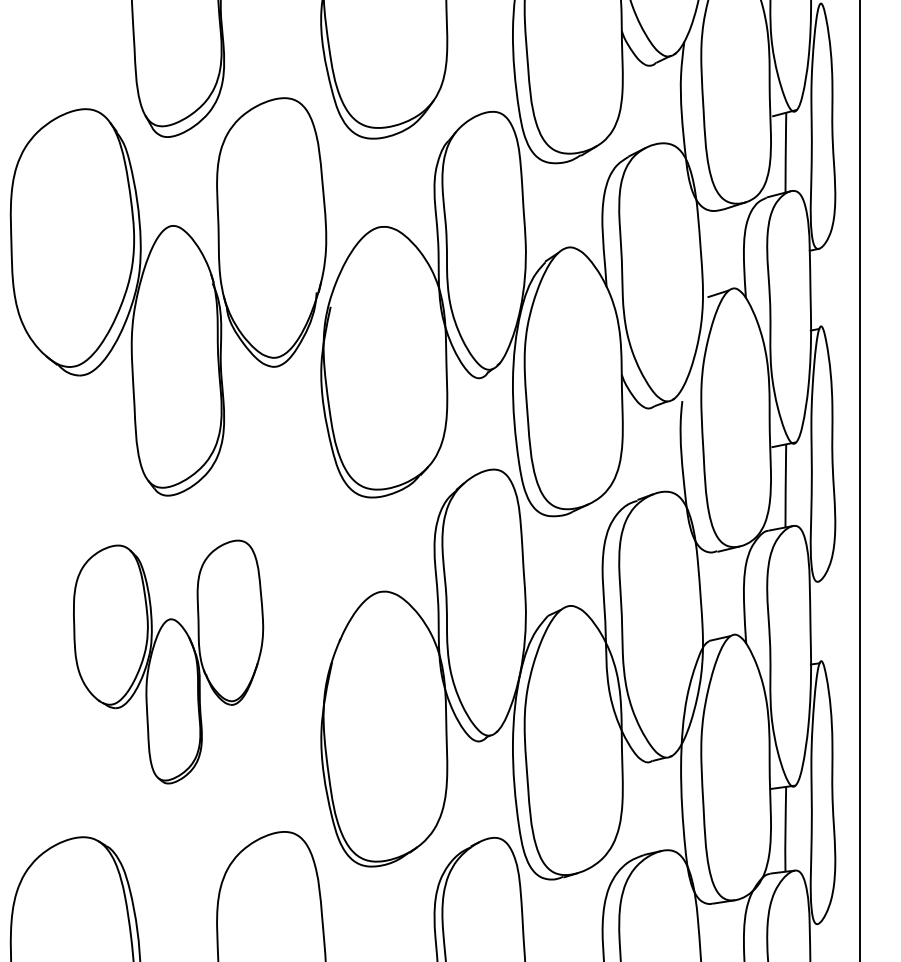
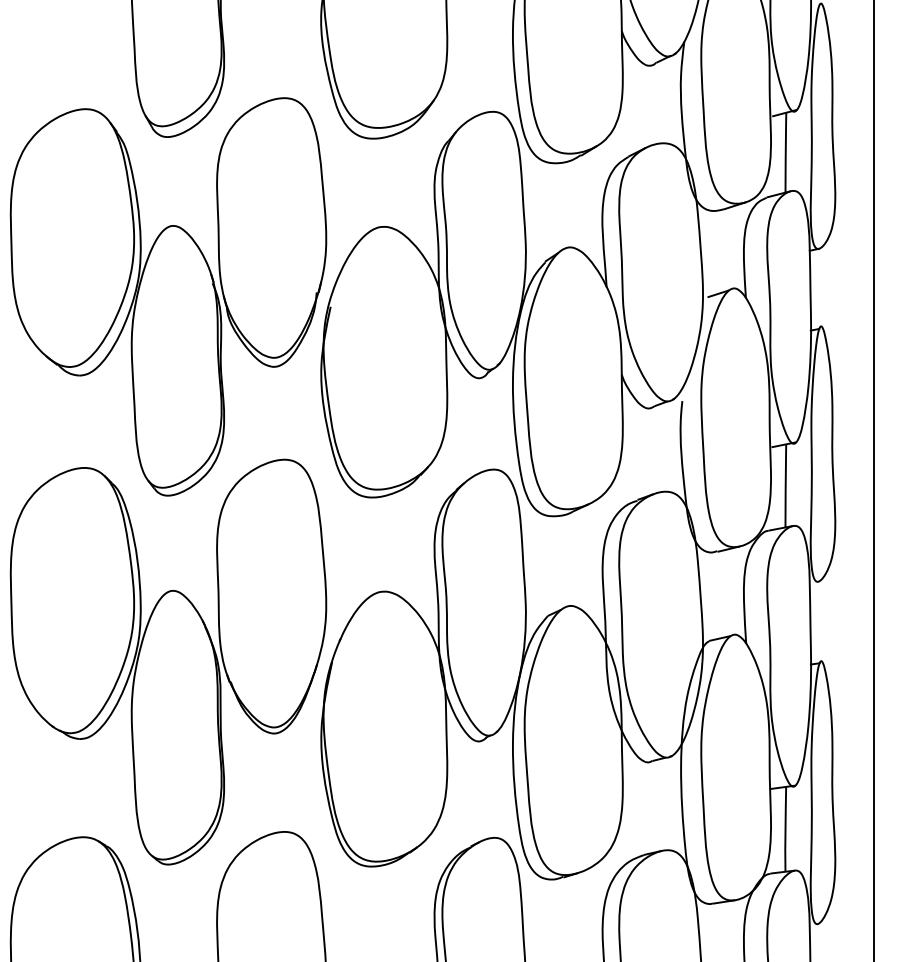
line at (859, 480) position: (859, 480) -> (873, 480)
part at (168, 661) size: 192x246 px -> 319x408 px
